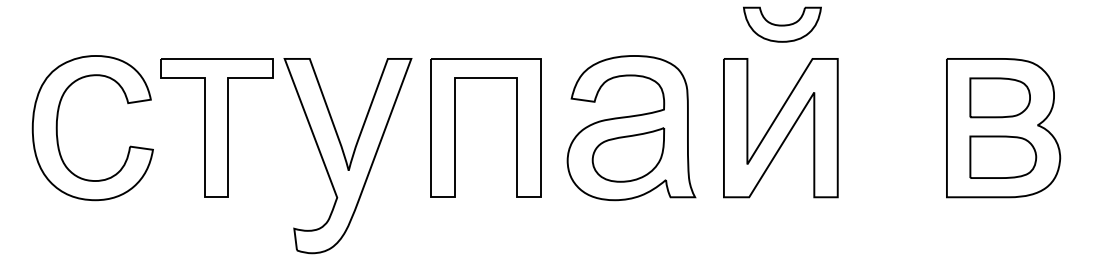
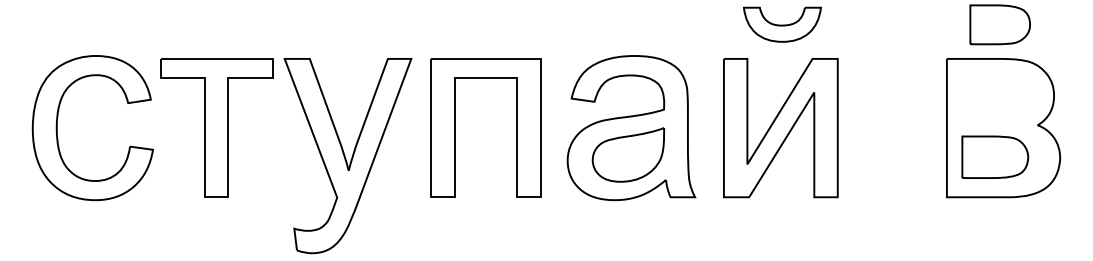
part at (999, 97) position: (999, 97) -> (999, 24)
part at (1003, 156) position: (1003, 156) -> (995, 156)
